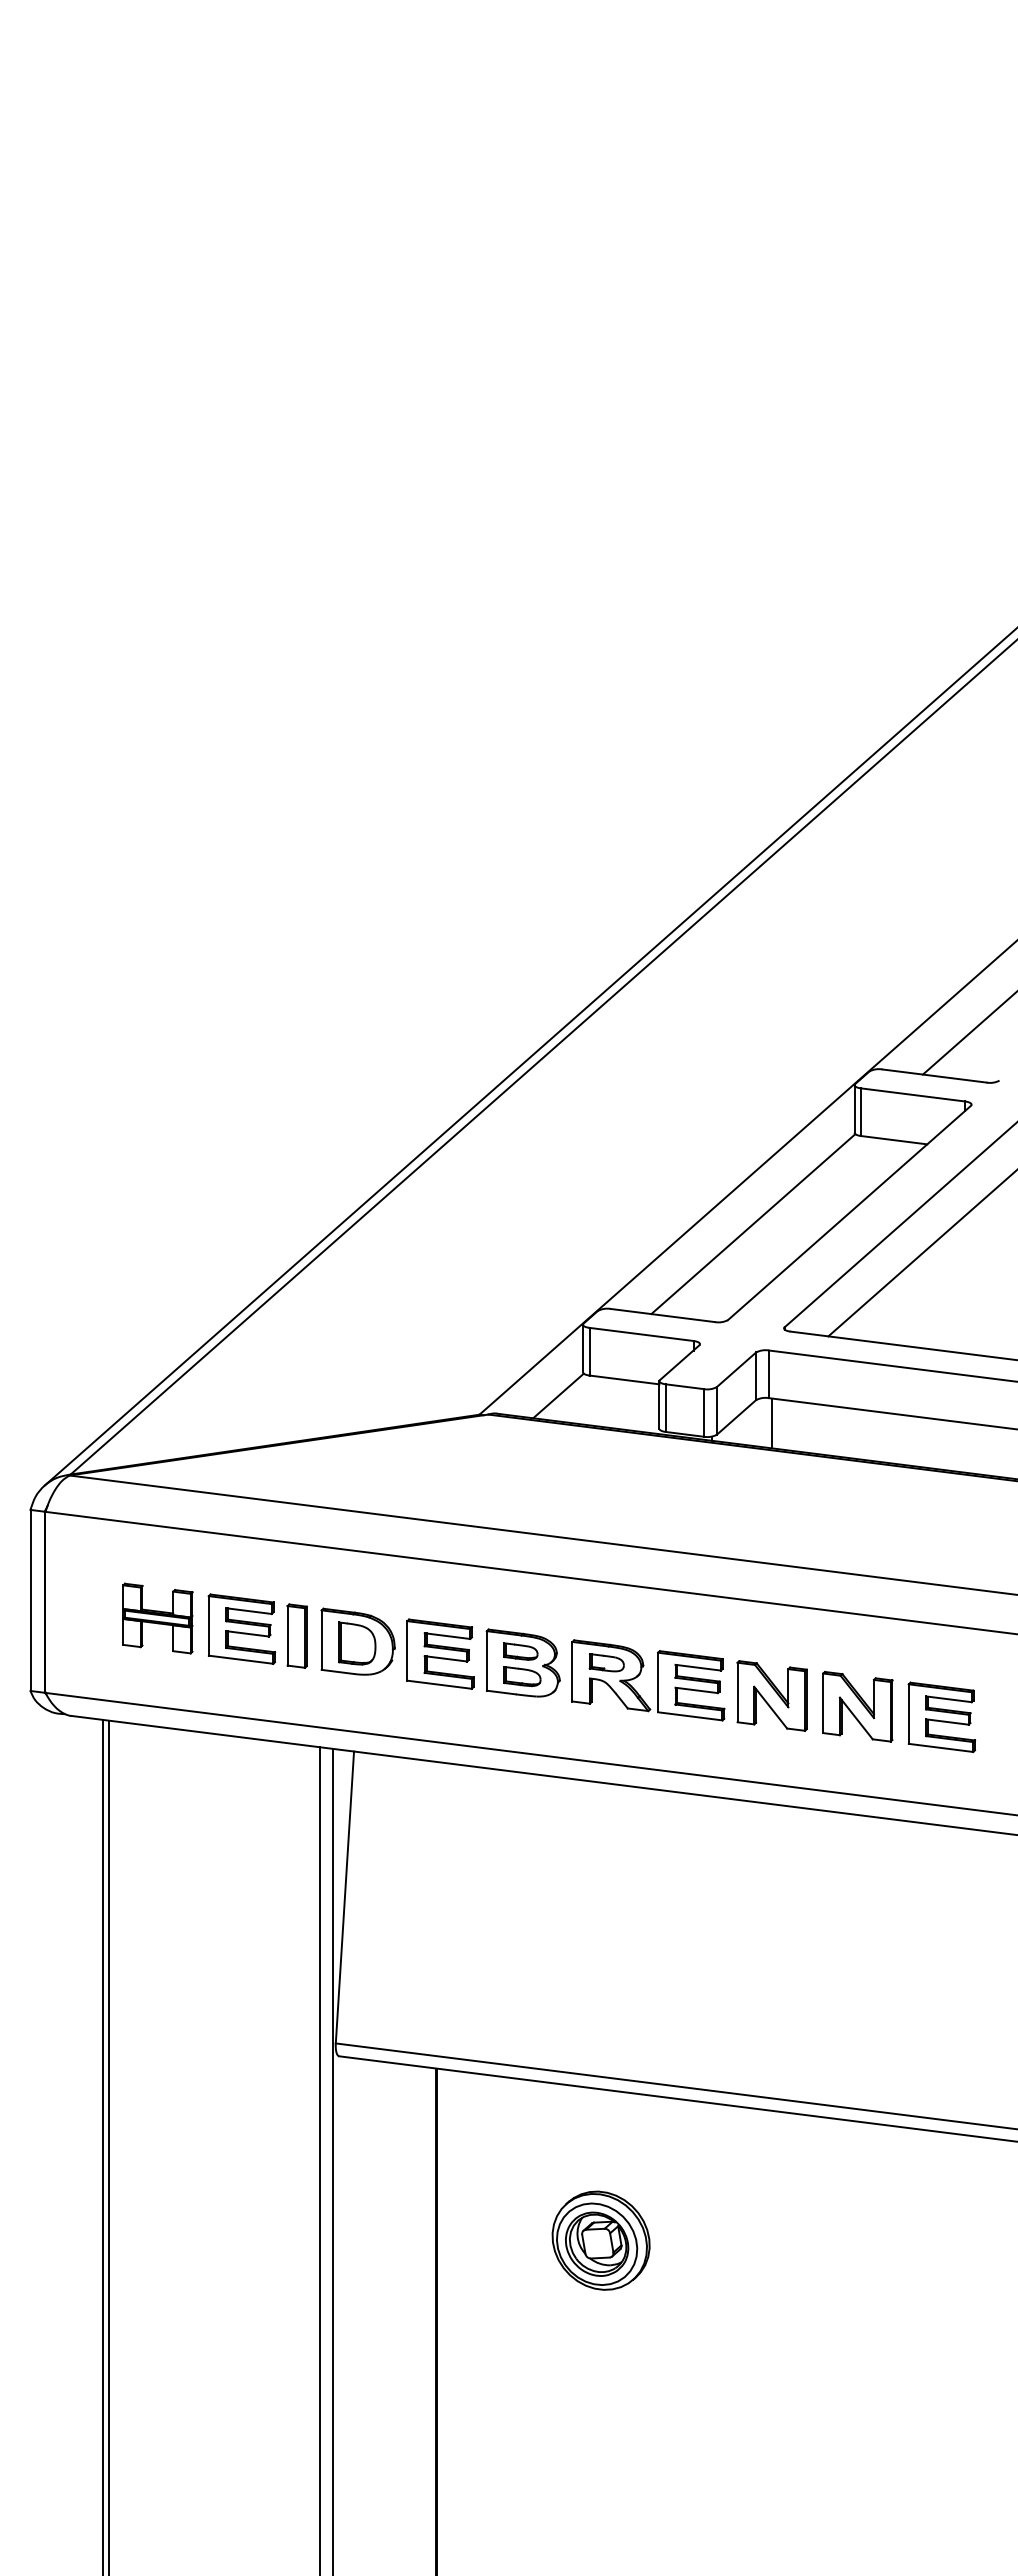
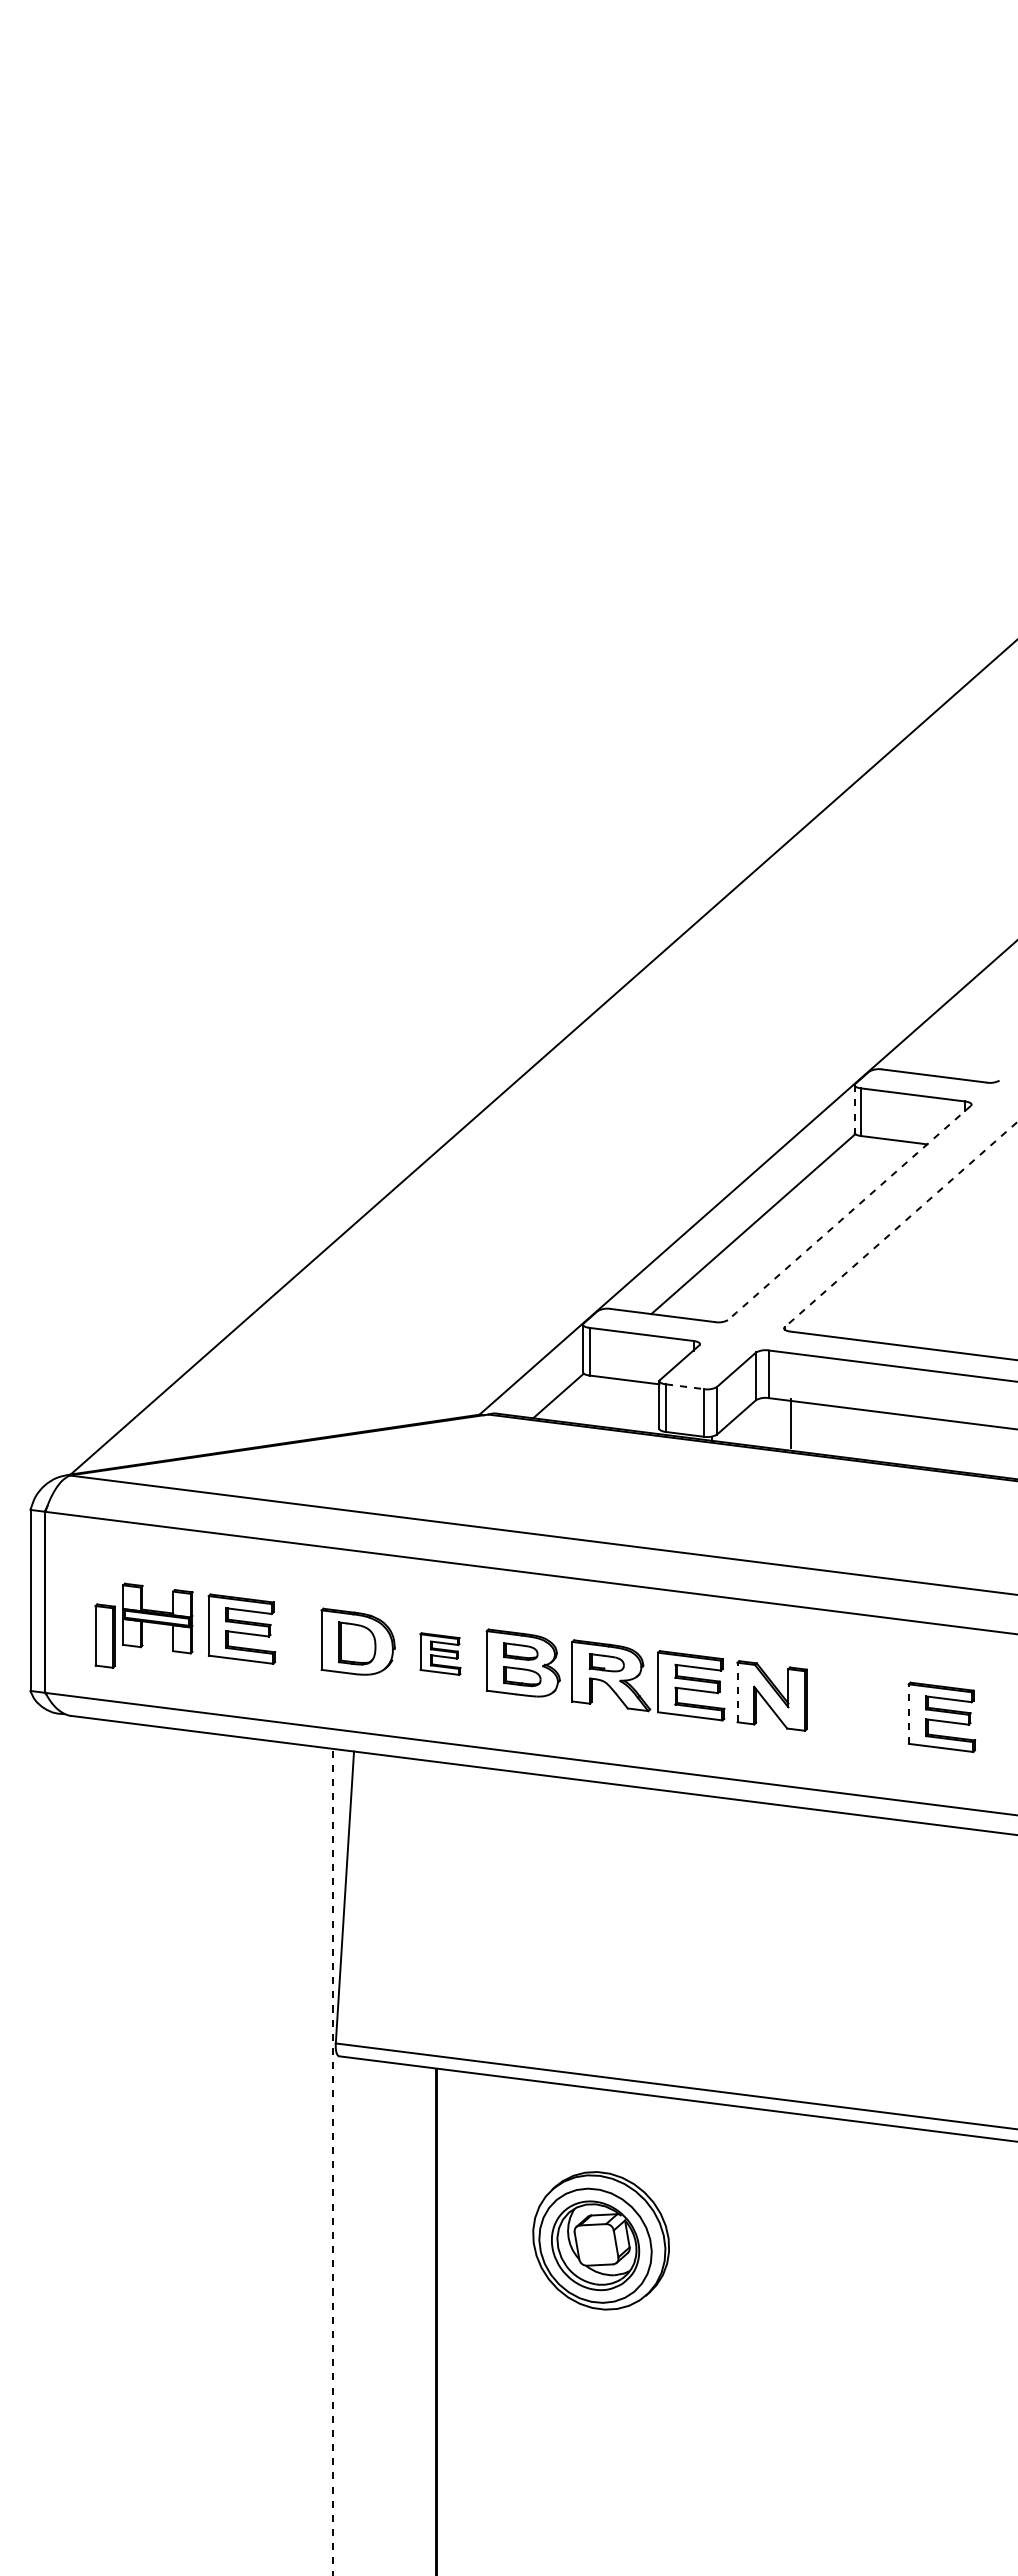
line at (968, 1033): present -> none
line at (529, 1057): present -> none
line at (854, 1109): solid -> dashed
line at (849, 1212): solid -> dashed
line at (900, 1224): solid -> dashed
line at (921, 1253): present -> none
line at (685, 1386): solid -> dashed
line at (772, 1423) position: (772, 1423) -> (791, 1423)
part at (296, 1635) position: (296, 1635) -> (104, 1635)
part at (440, 1653) size: 69x72 px -> 43x44 px
line at (737, 1692): solid -> dashed
part at (857, 1706): present -> none
line at (908, 1714): solid -> dashed
line at (102, 2145): present -> none
line at (109, 2146): present -> none
line at (319, 2159): present -> none
line at (332, 2161): solid -> dashed
part at (600, 2240) size: 100x101 px -> 138x140 px
